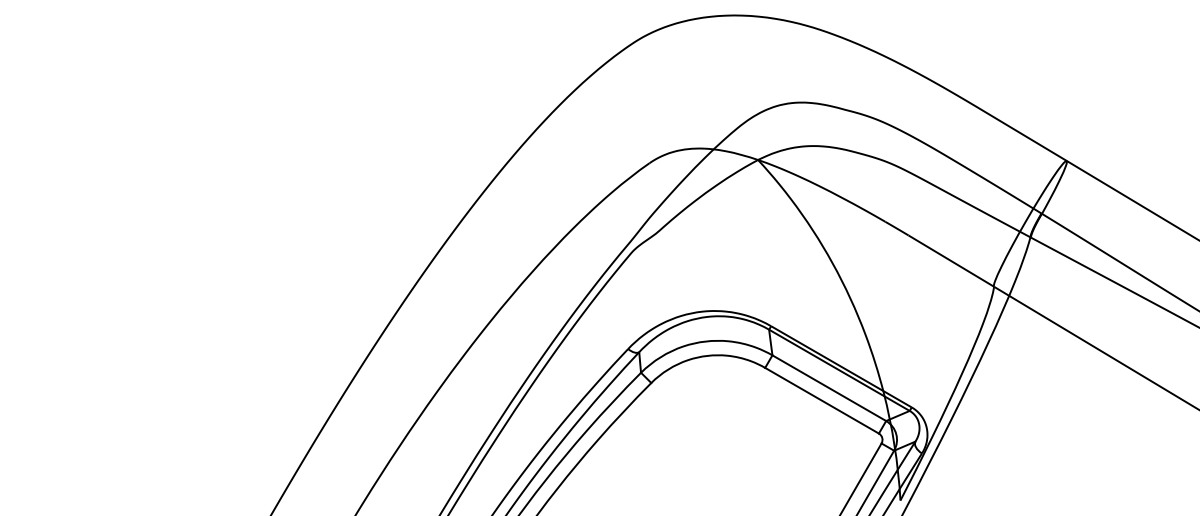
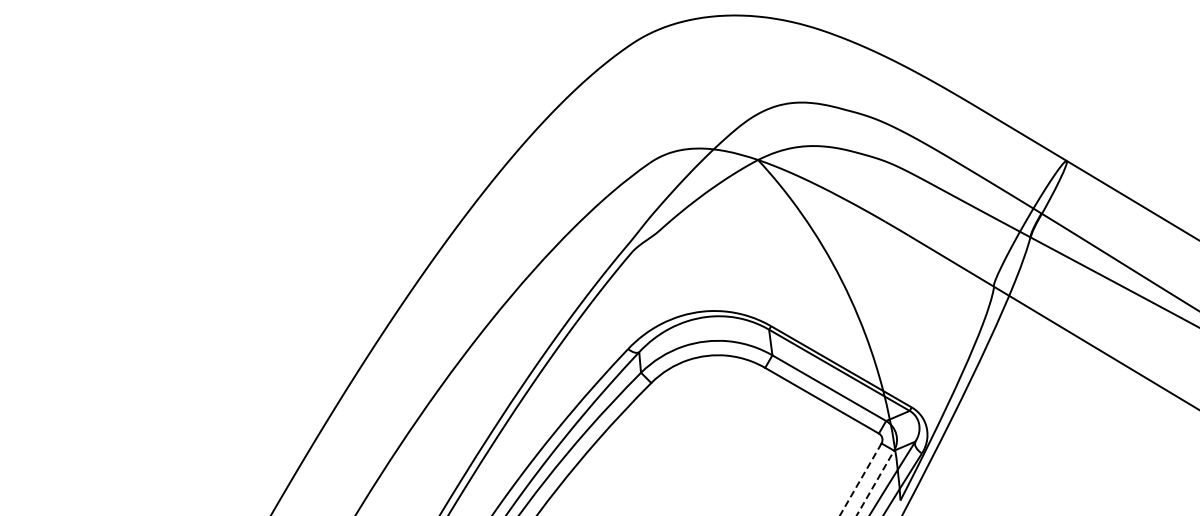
line at (860, 479): solid -> dashed
line at (875, 482): solid -> dashed
